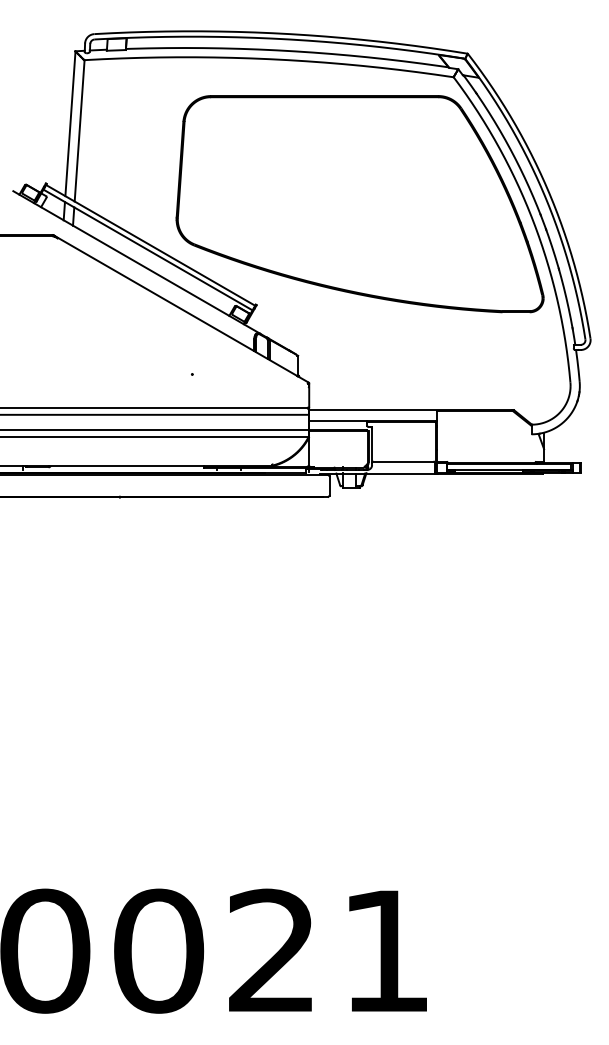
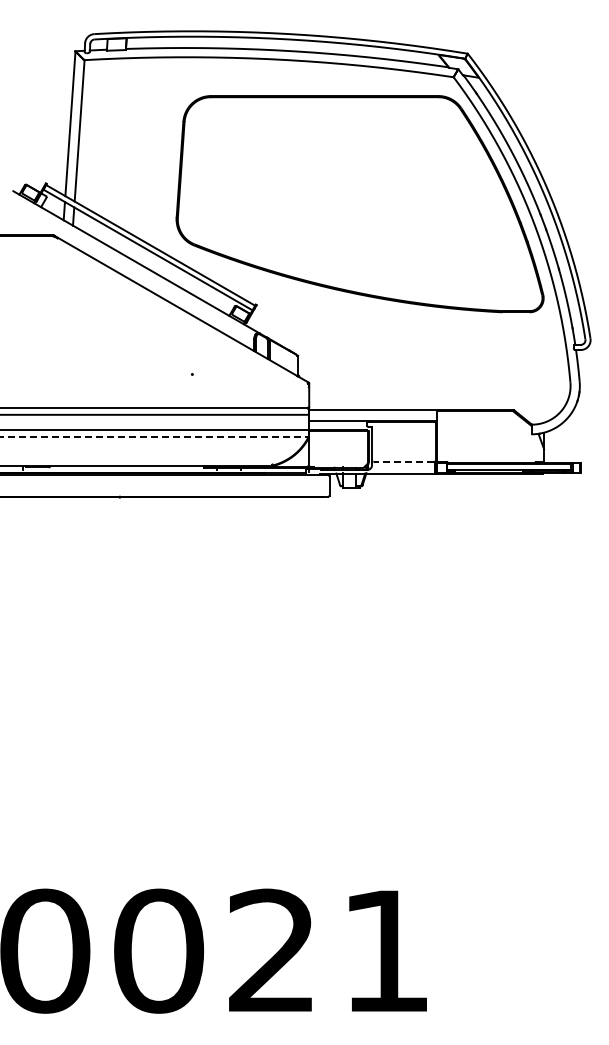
line at (154, 437): solid -> dashed
line at (403, 461): solid -> dashed
